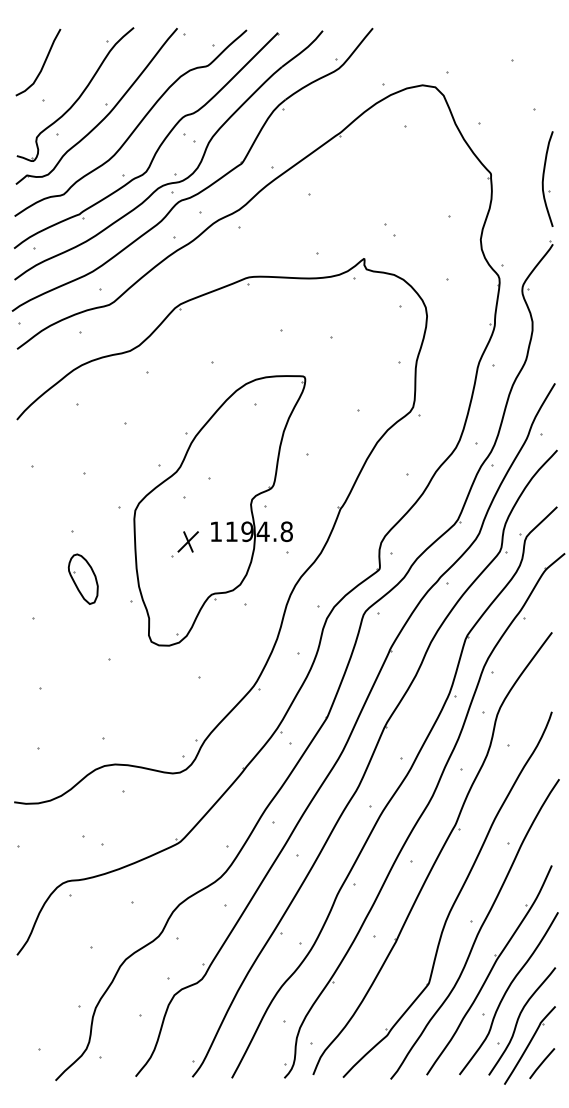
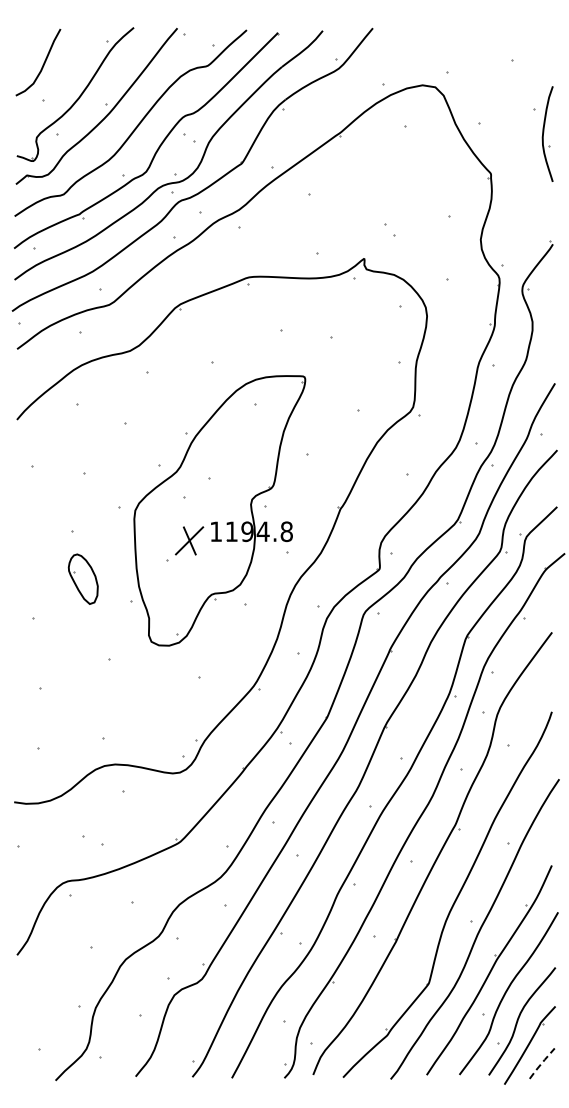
part at (547, 178) position: (547, 178) -> (547, 133)
part at (184, 544) size: 28x27 px -> 39x36 px
line at (541, 1063): solid -> dashed
